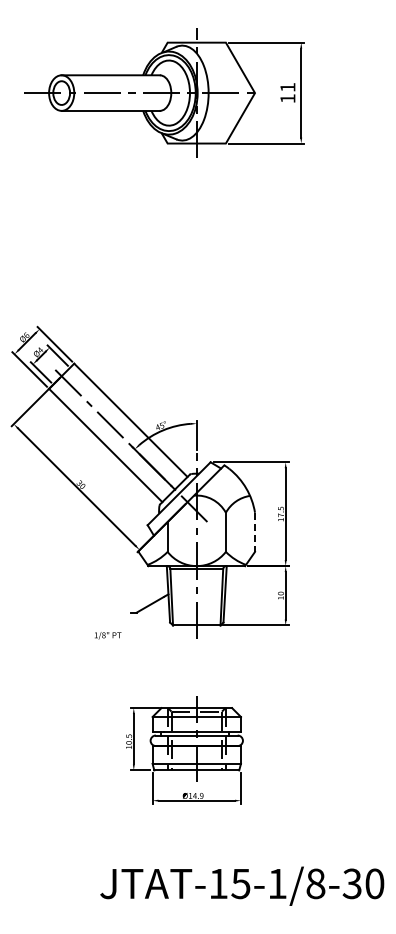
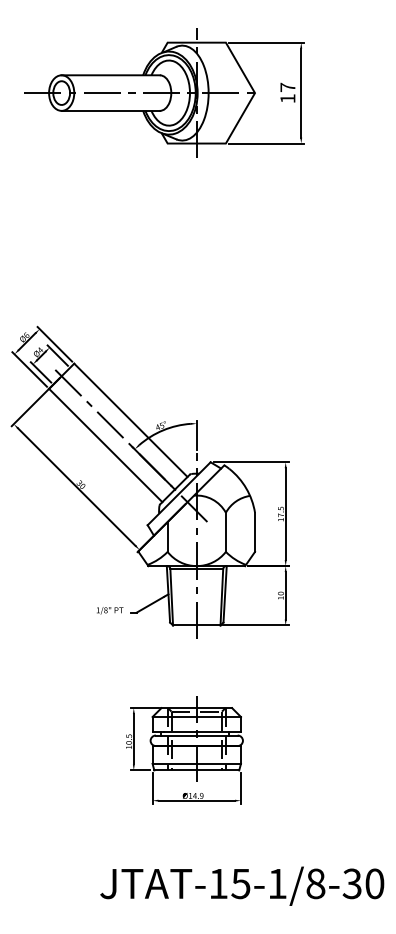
text at (287, 86): 11 -> 17
line at (255, 532): dashed -> solid
text at (108, 635) position: (108, 635) -> (110, 610)
